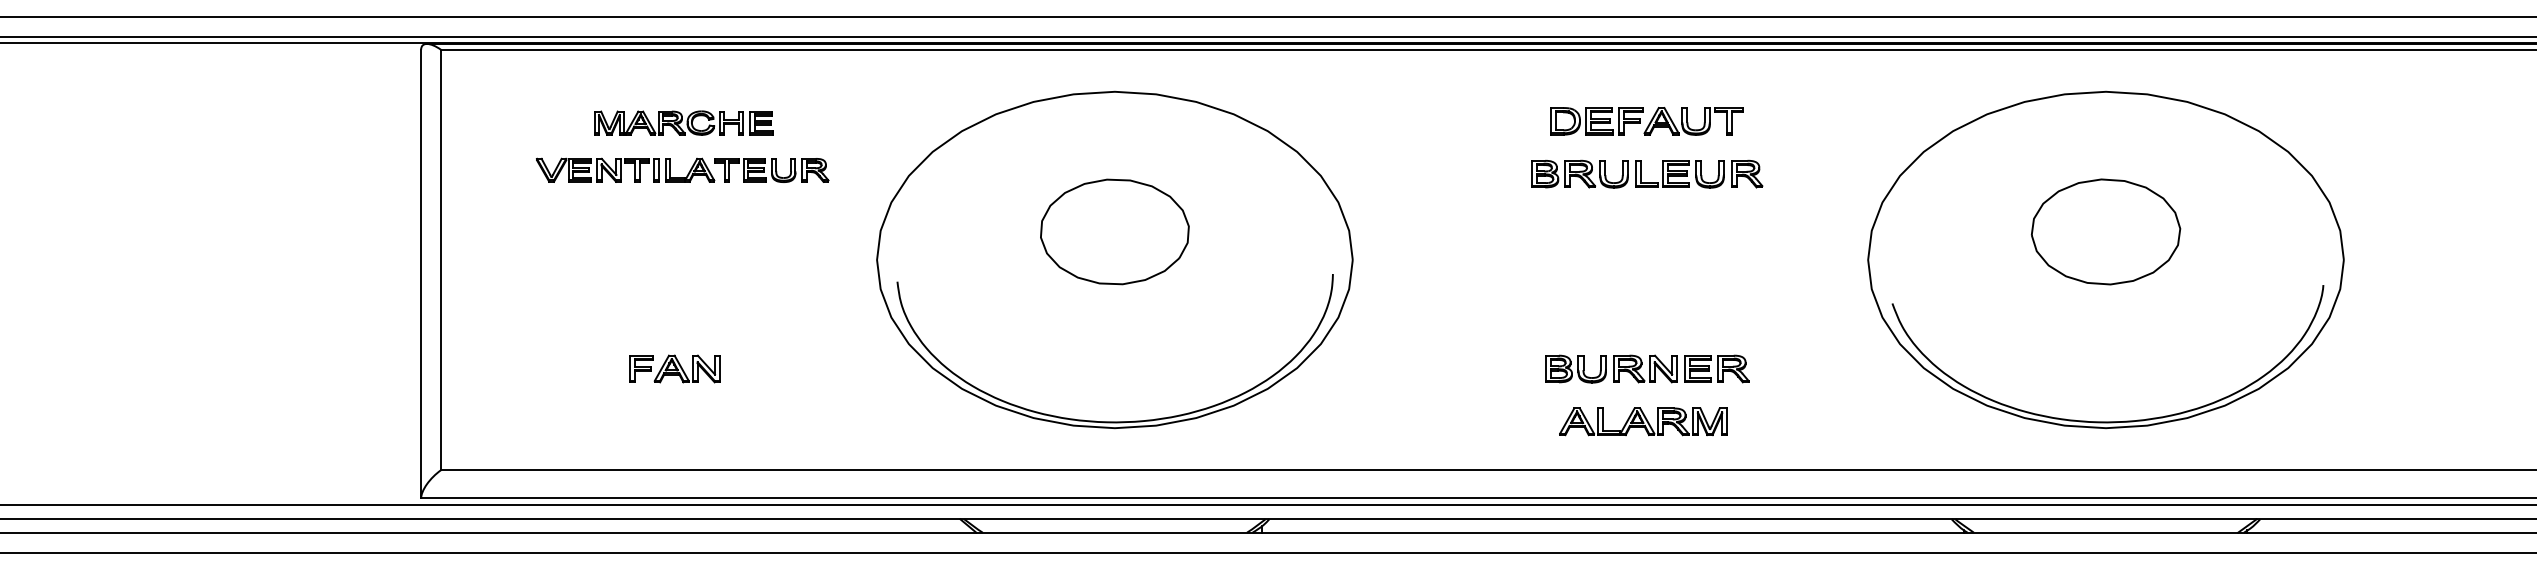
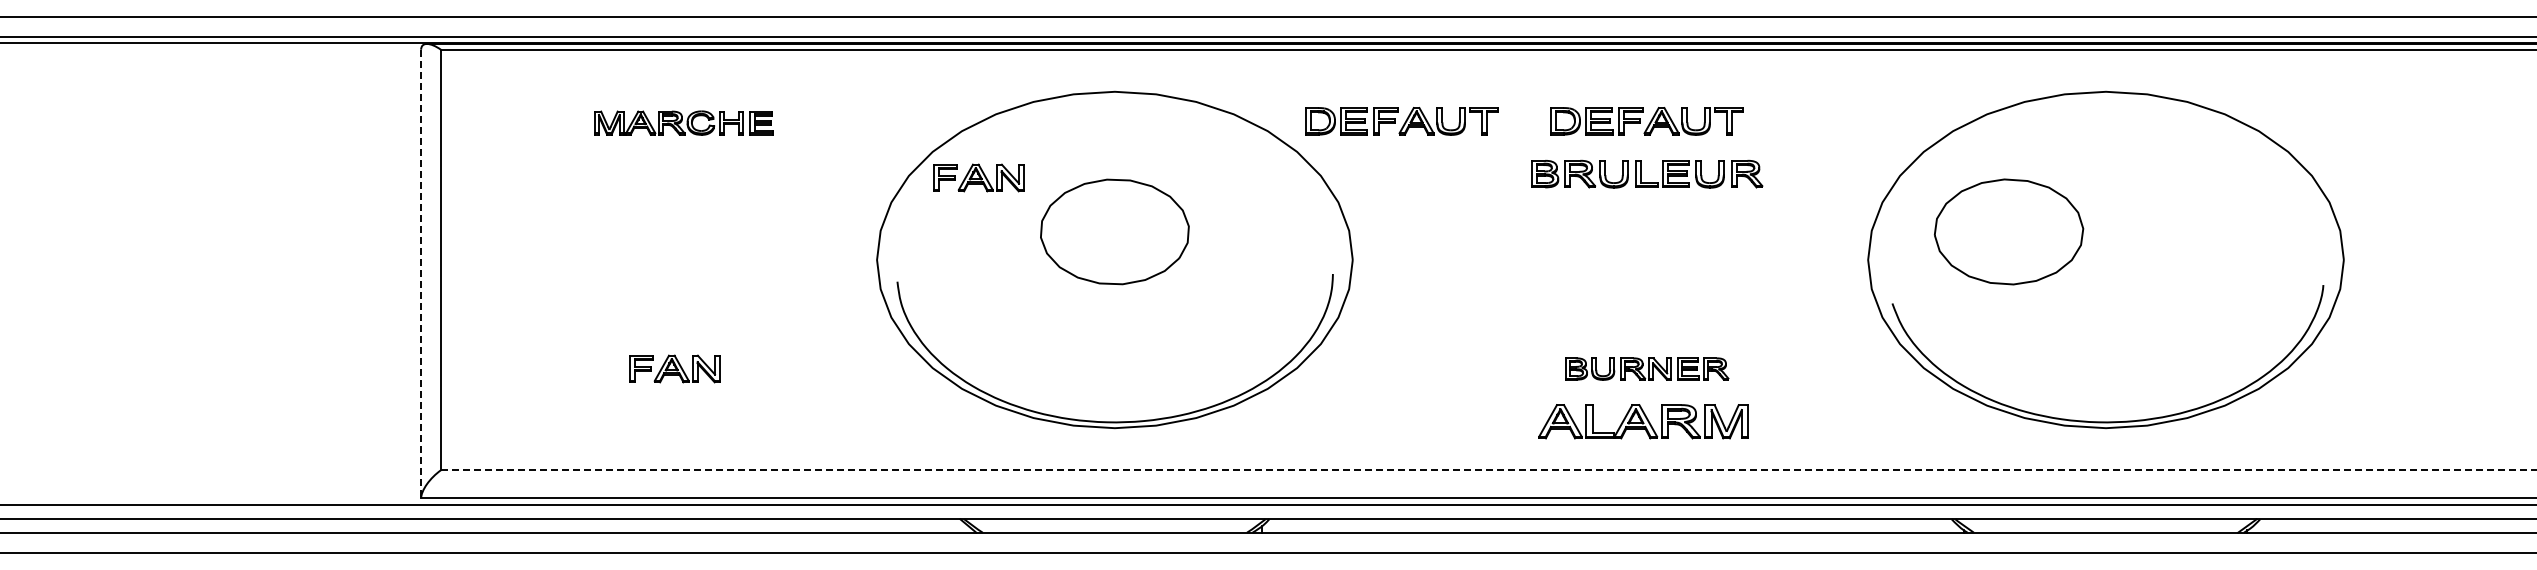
part at (1401, 121): none -> present
part at (688, 172): present -> none
part at (978, 177): none -> present
part at (2106, 231) position: (2106, 231) -> (2009, 231)
line at (421, 274): solid -> dashed
part at (1647, 368) size: 205x30 px -> 165x24 px
part at (1643, 421) size: 169x30 px -> 211x36 px
line at (1488, 470): solid -> dashed
